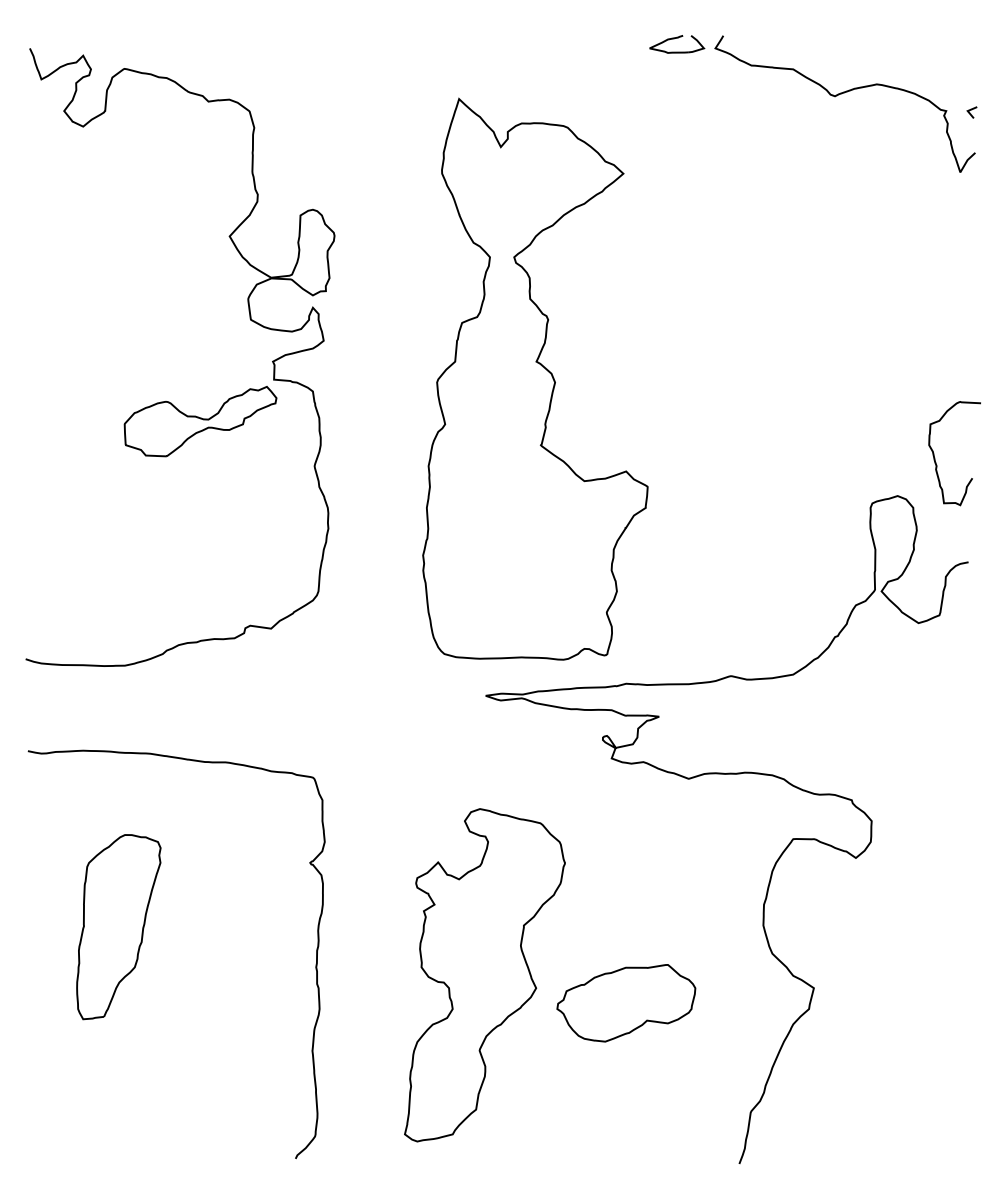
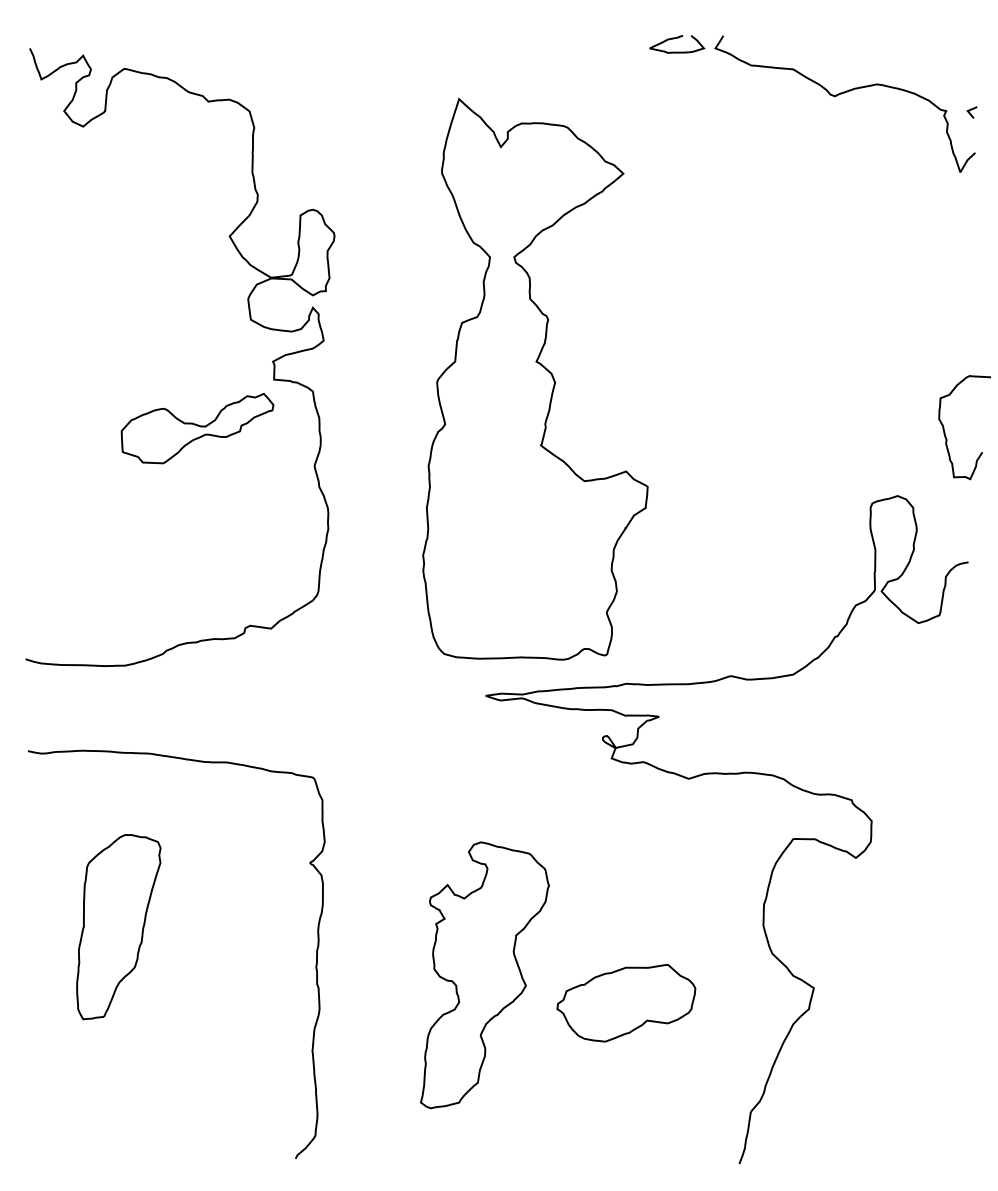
part at (200, 421) position: (200, 421) -> (197, 428)
curve at (935, 457) position: (935, 457) -> (945, 431)
part at (484, 975) size: 162x335 px -> 130x269 px
